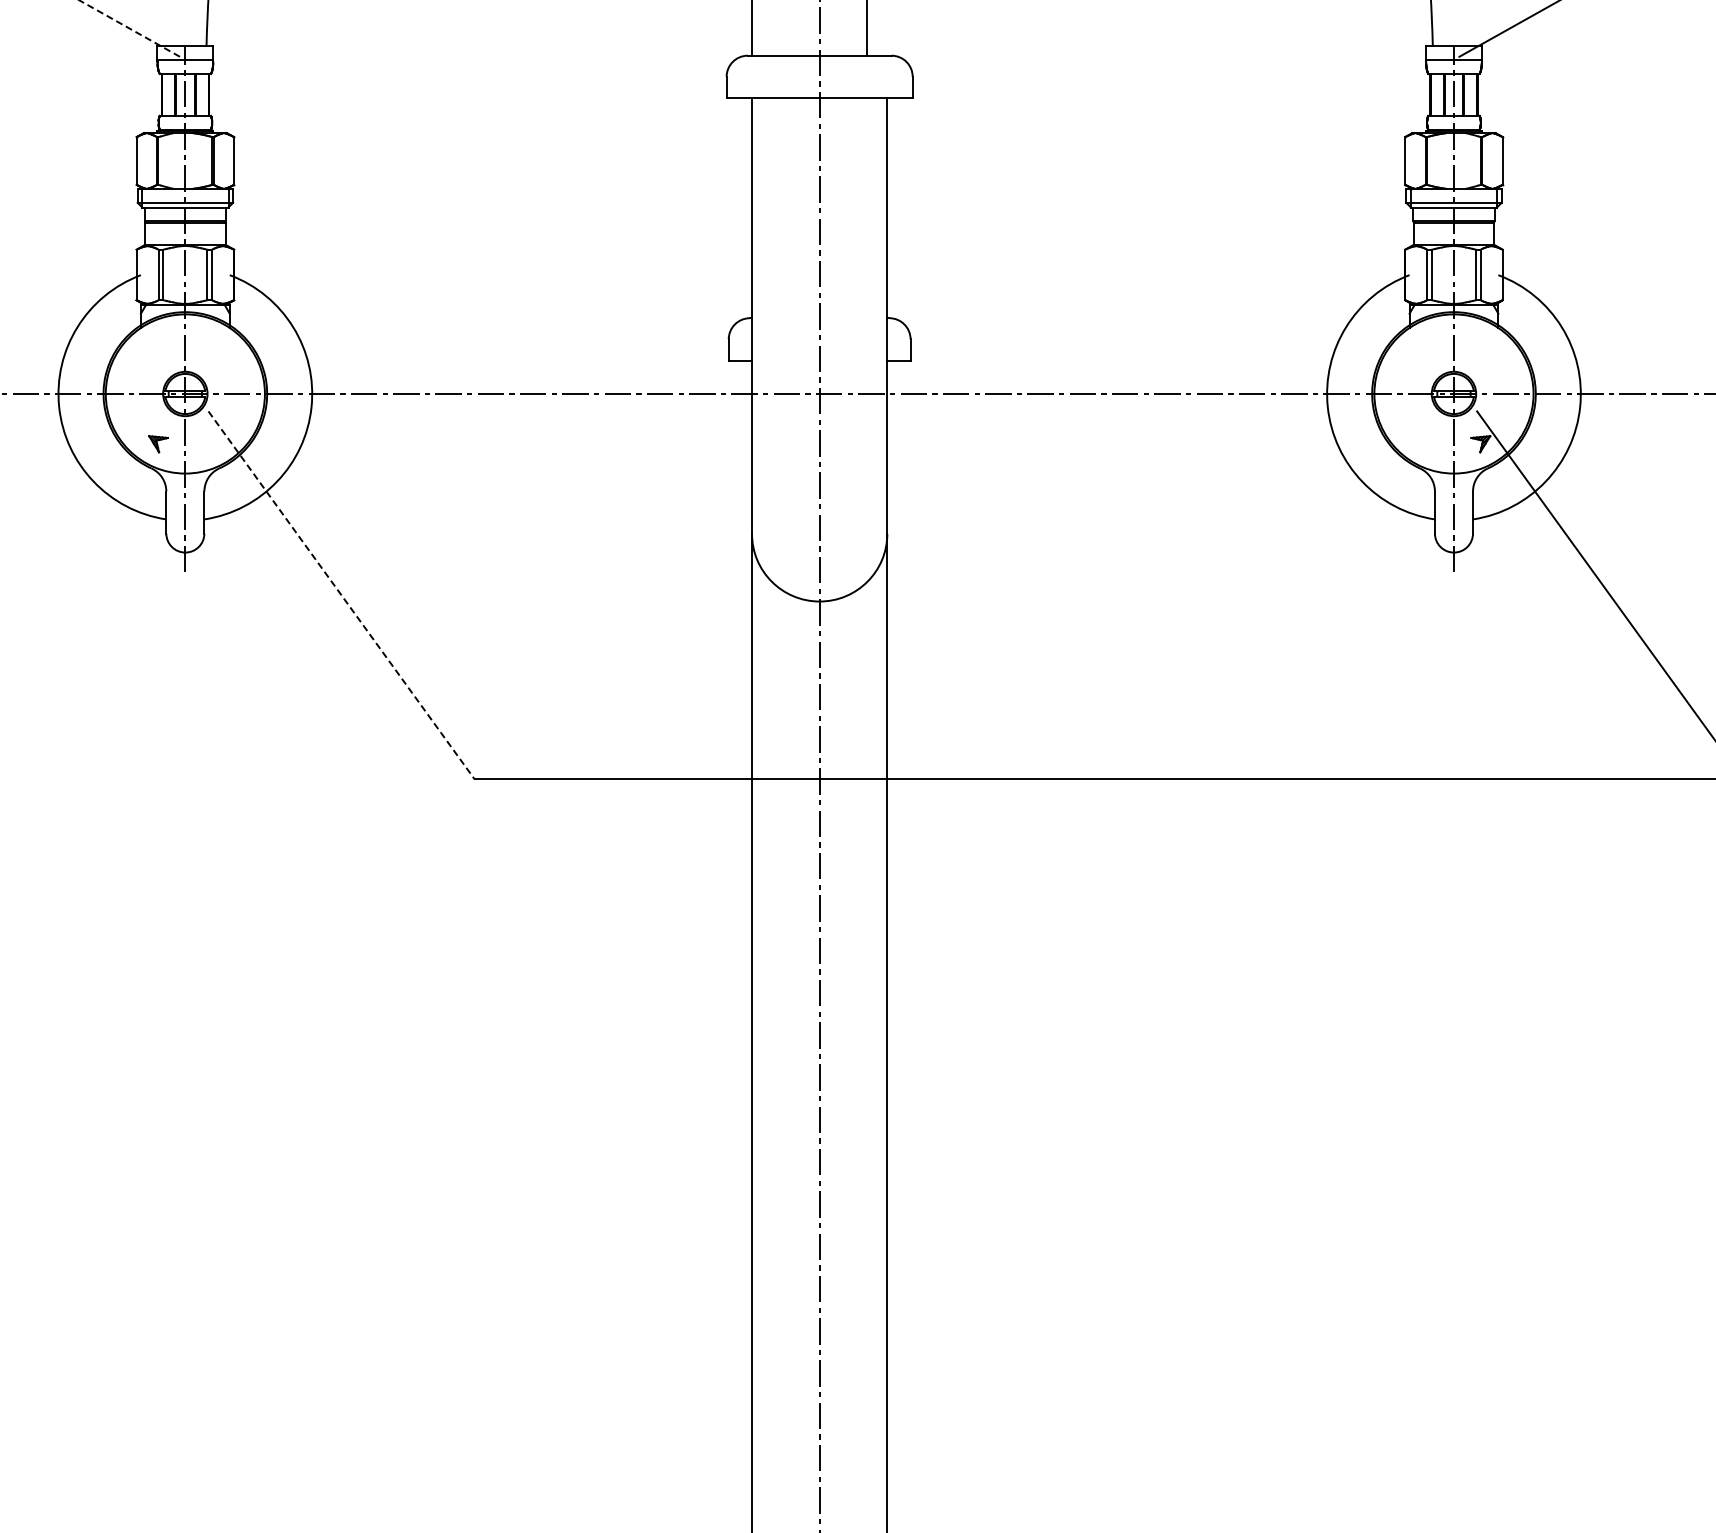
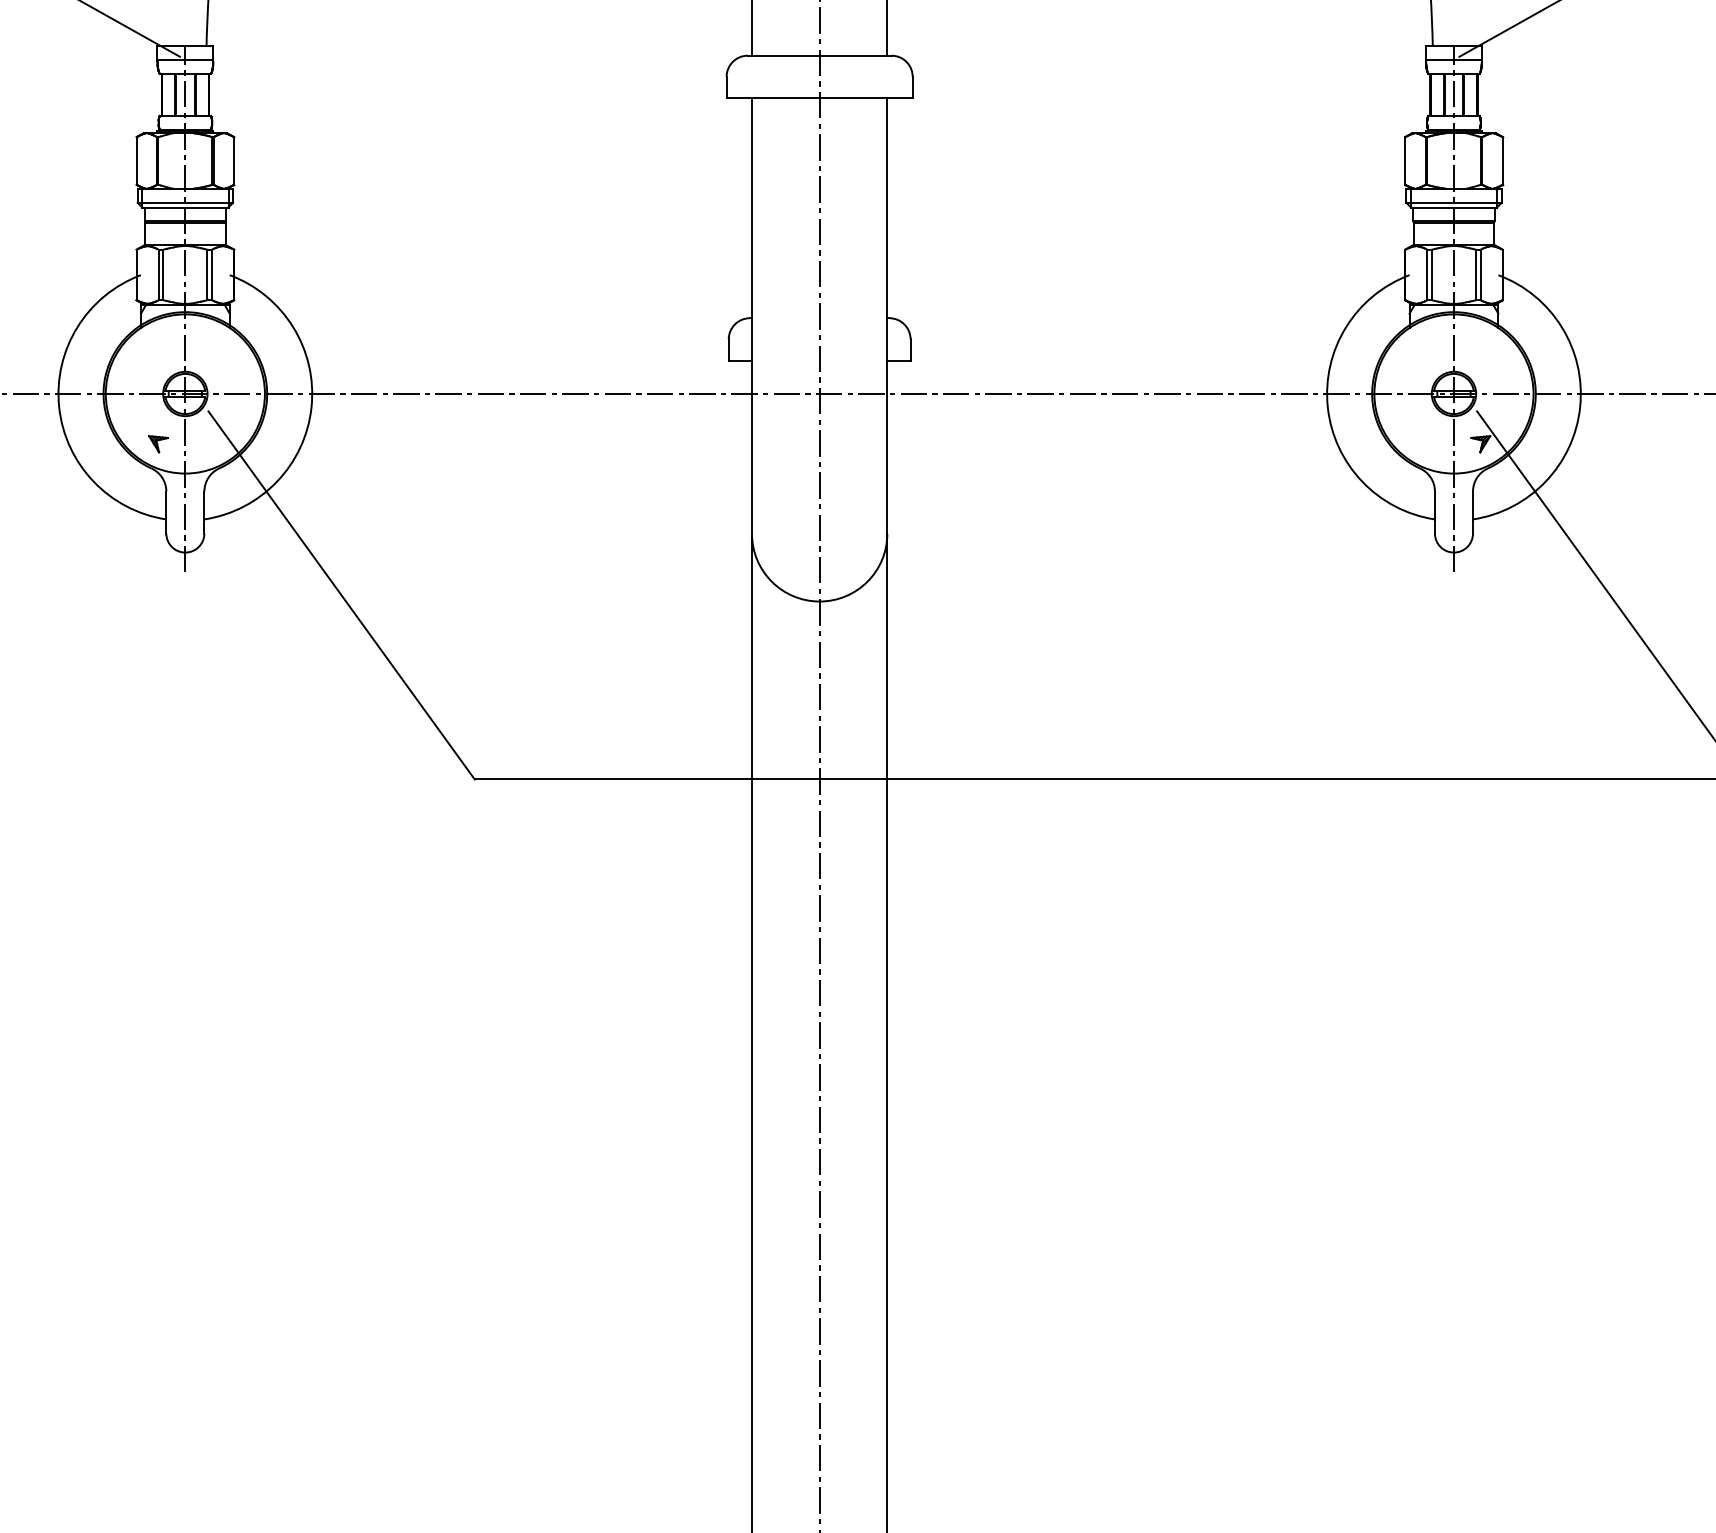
line at (129, 28): dashed -> solid
line at (867, 28) position: (867, 28) -> (887, 28)
line at (341, 595): dashed -> solid
